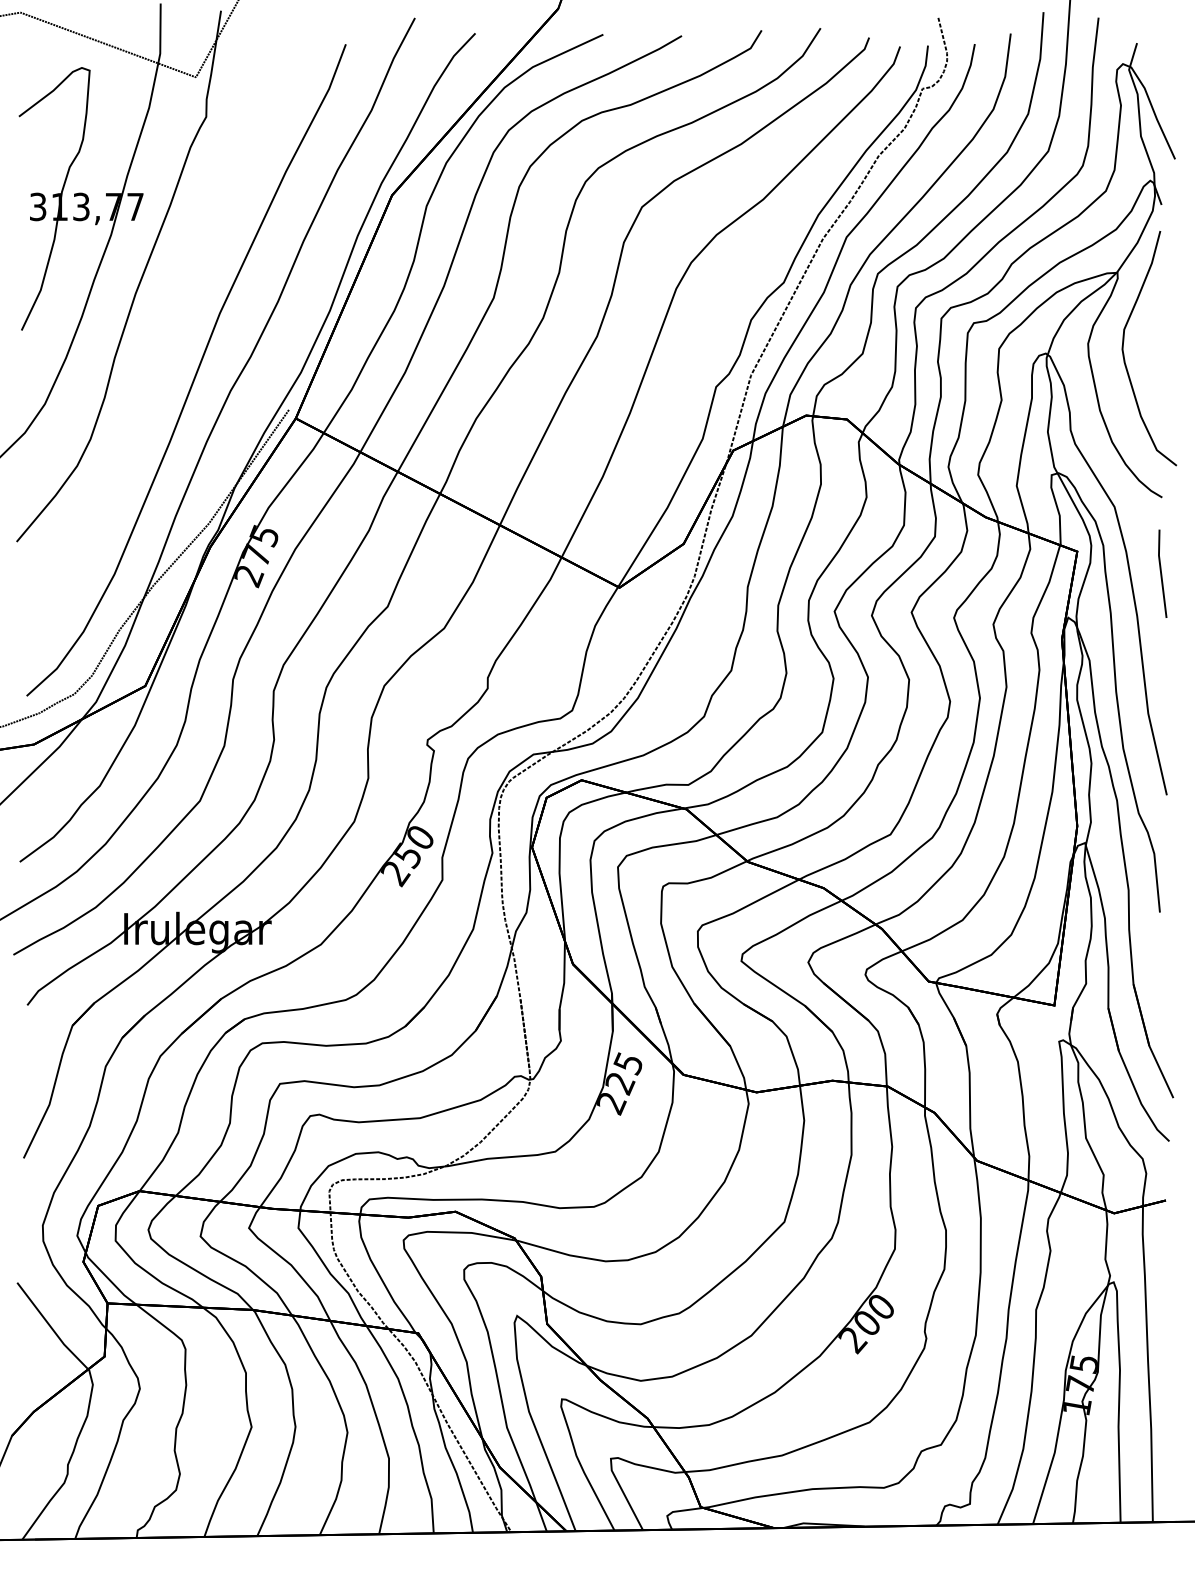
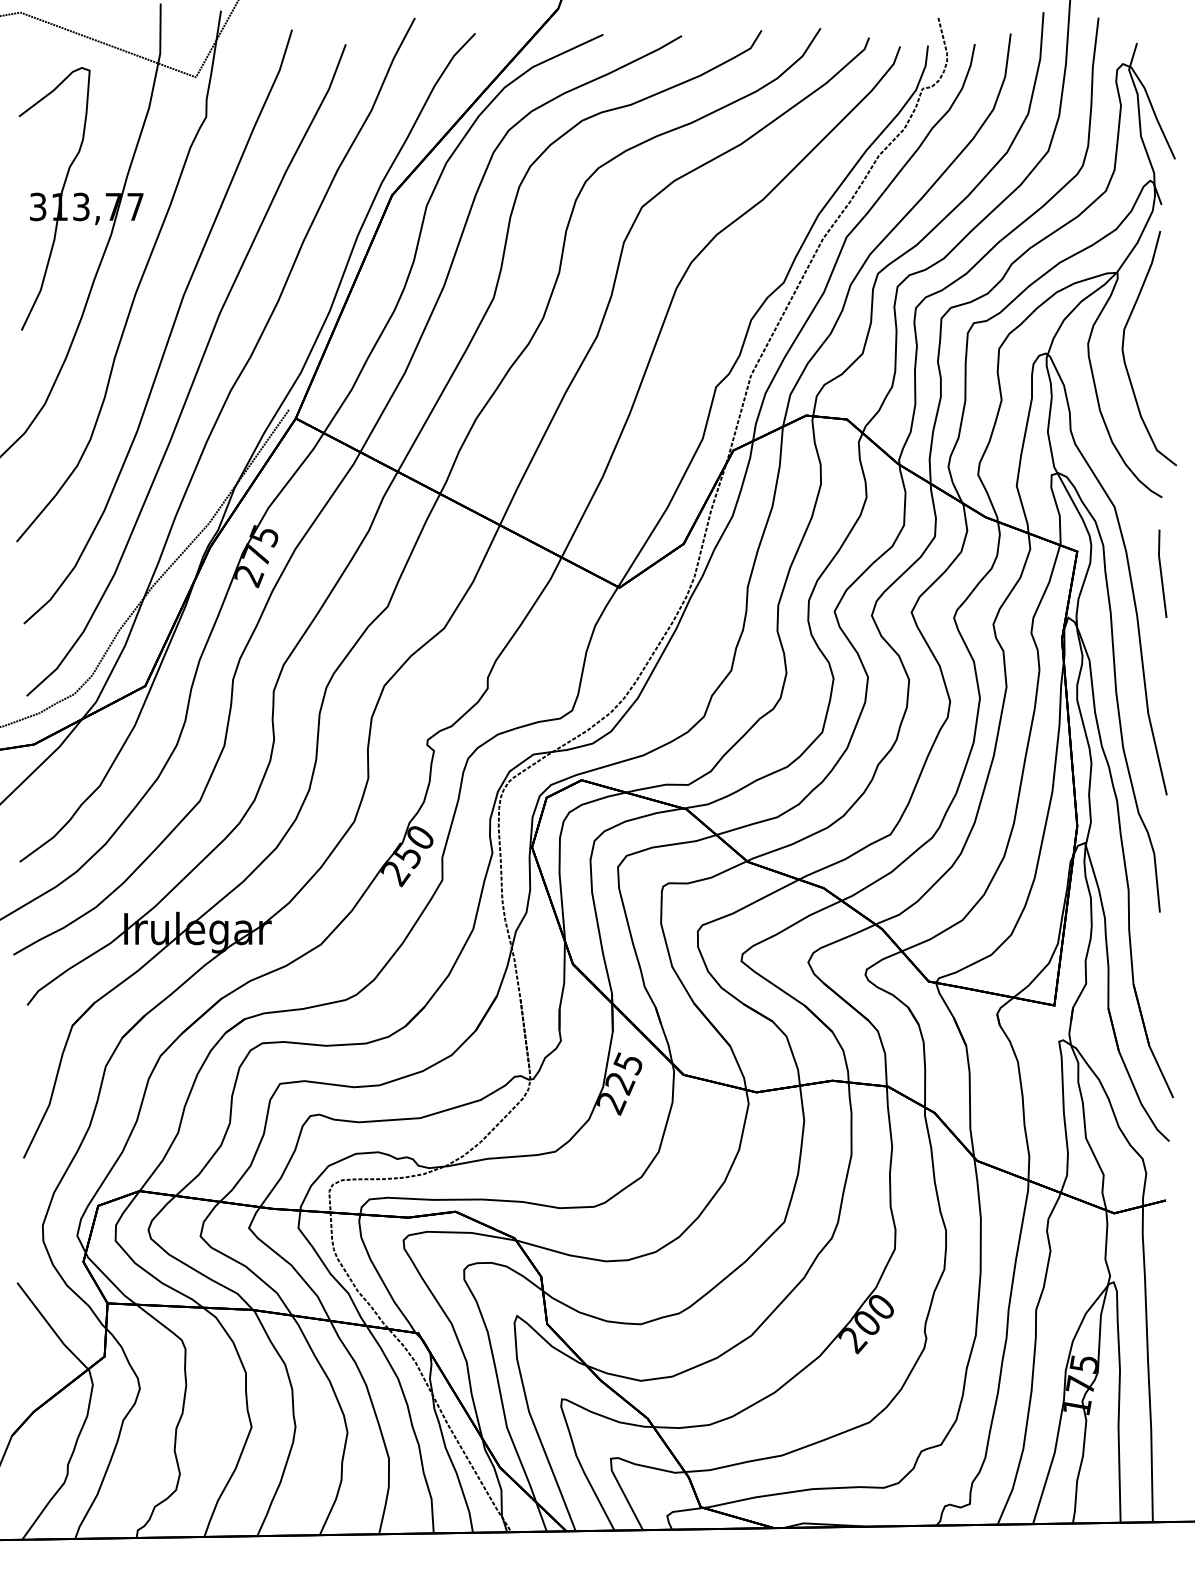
part at (170, 330): none -> present
